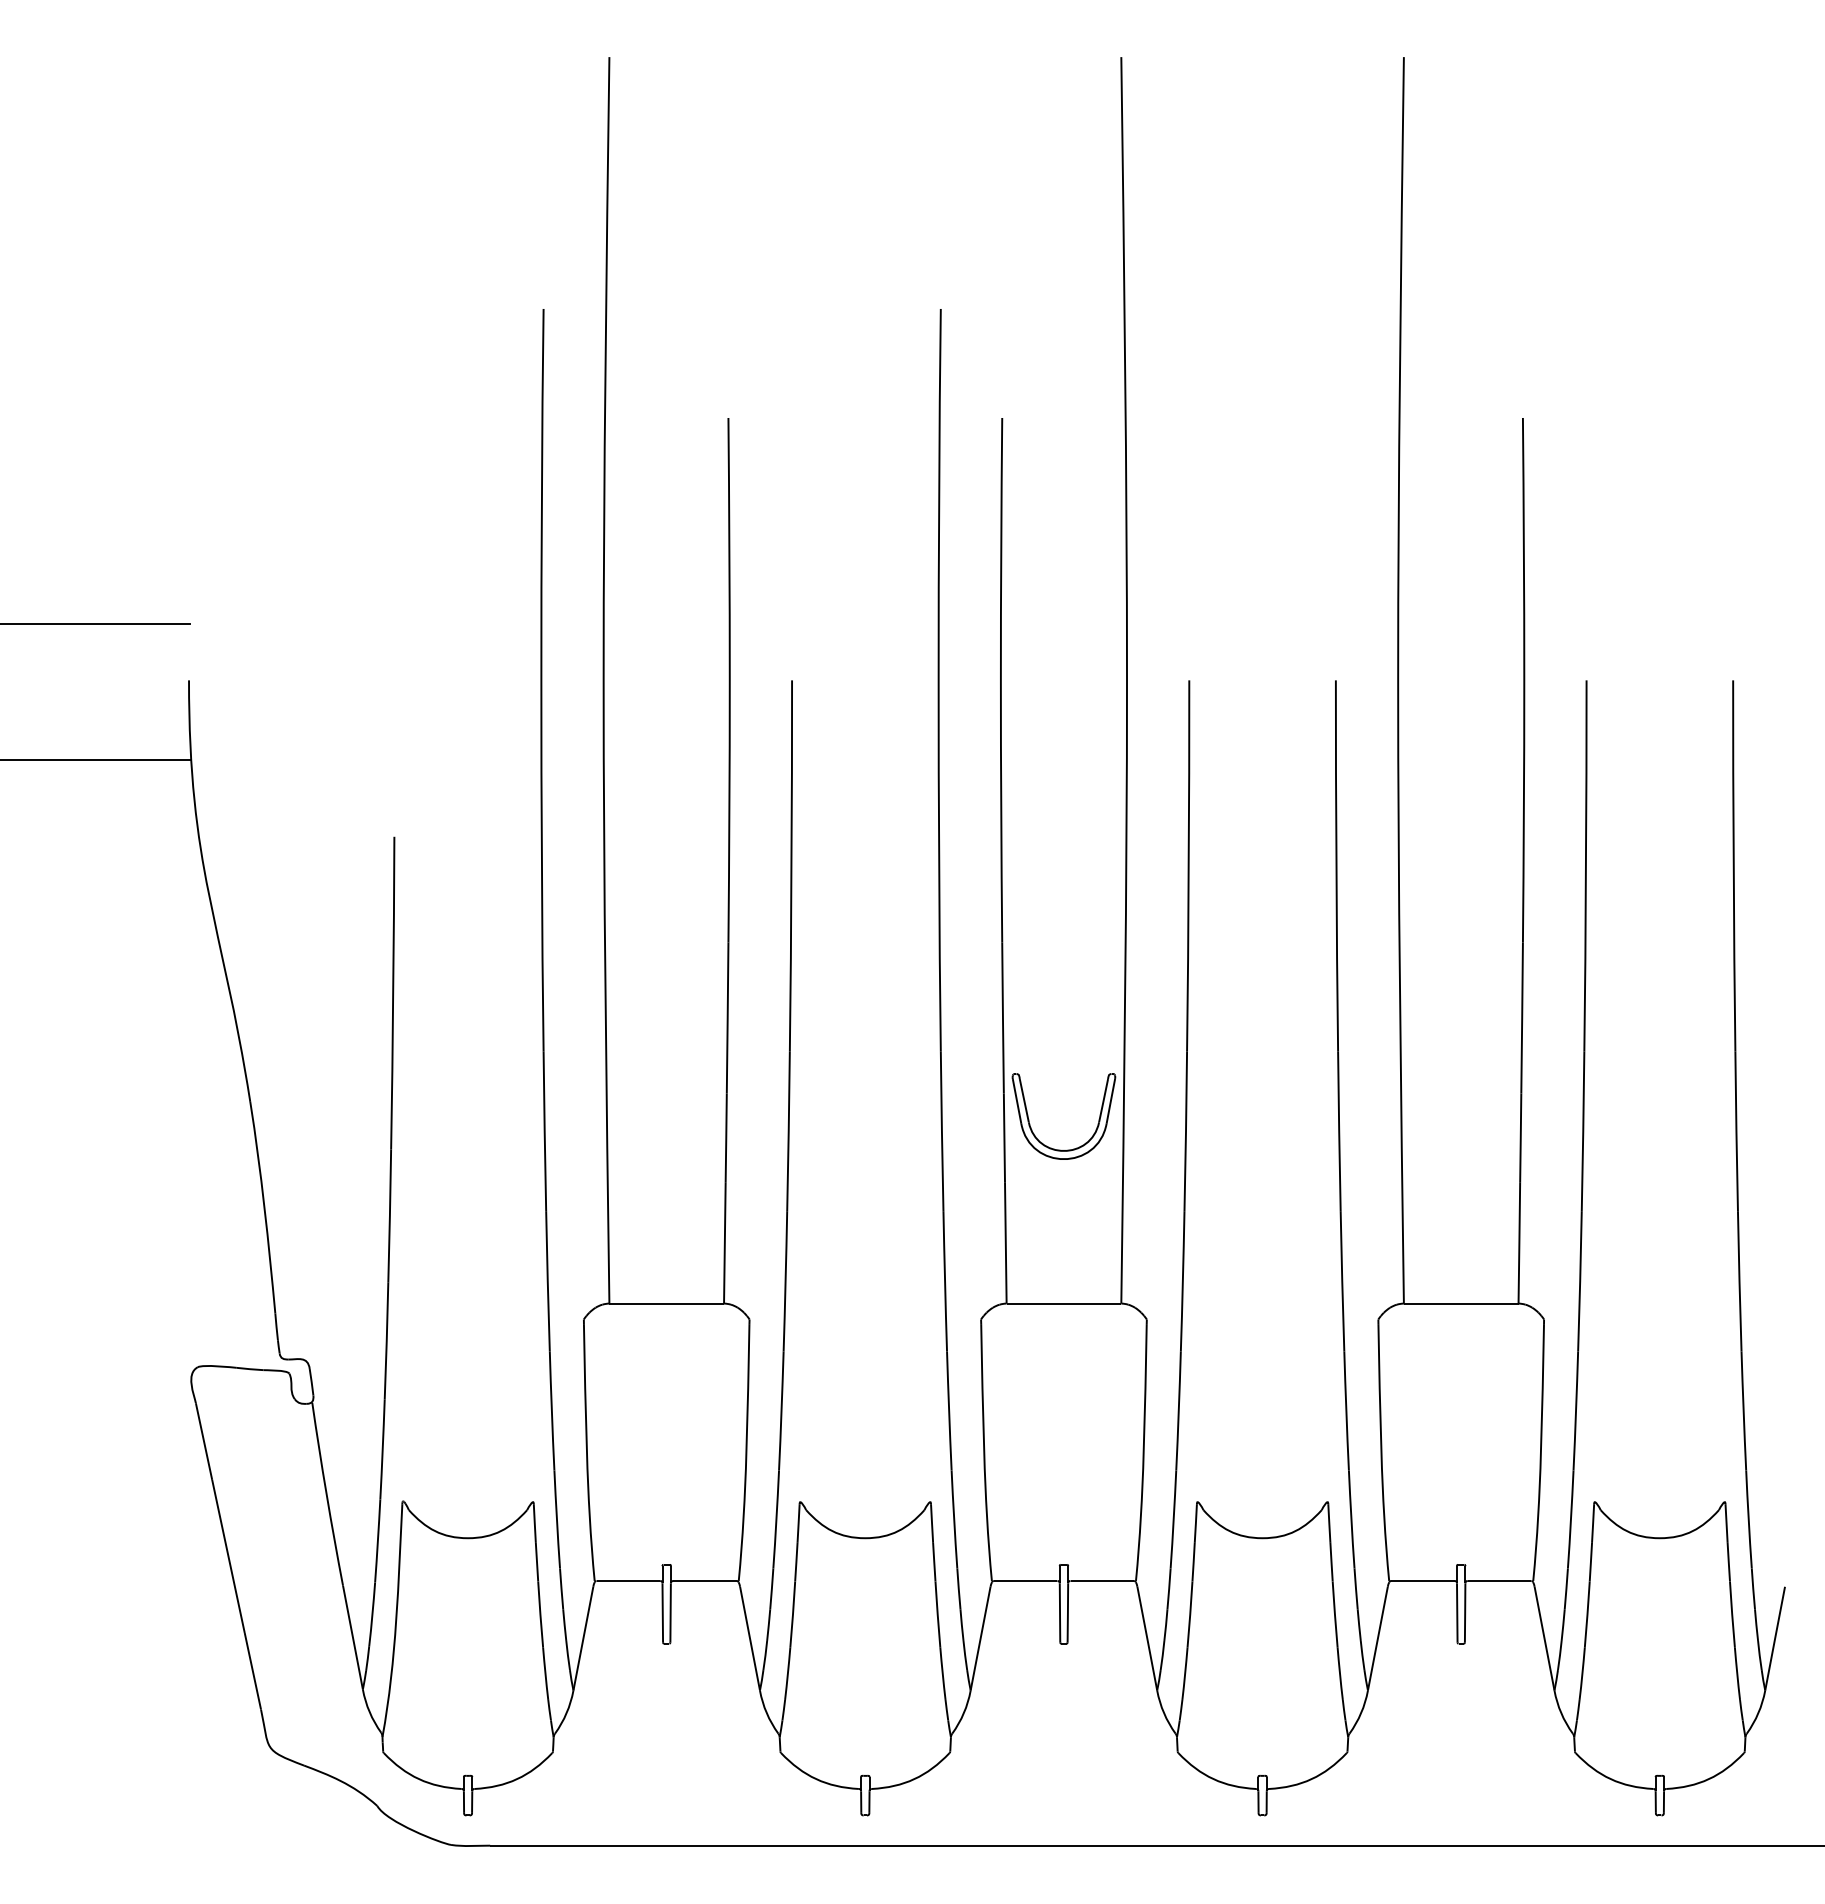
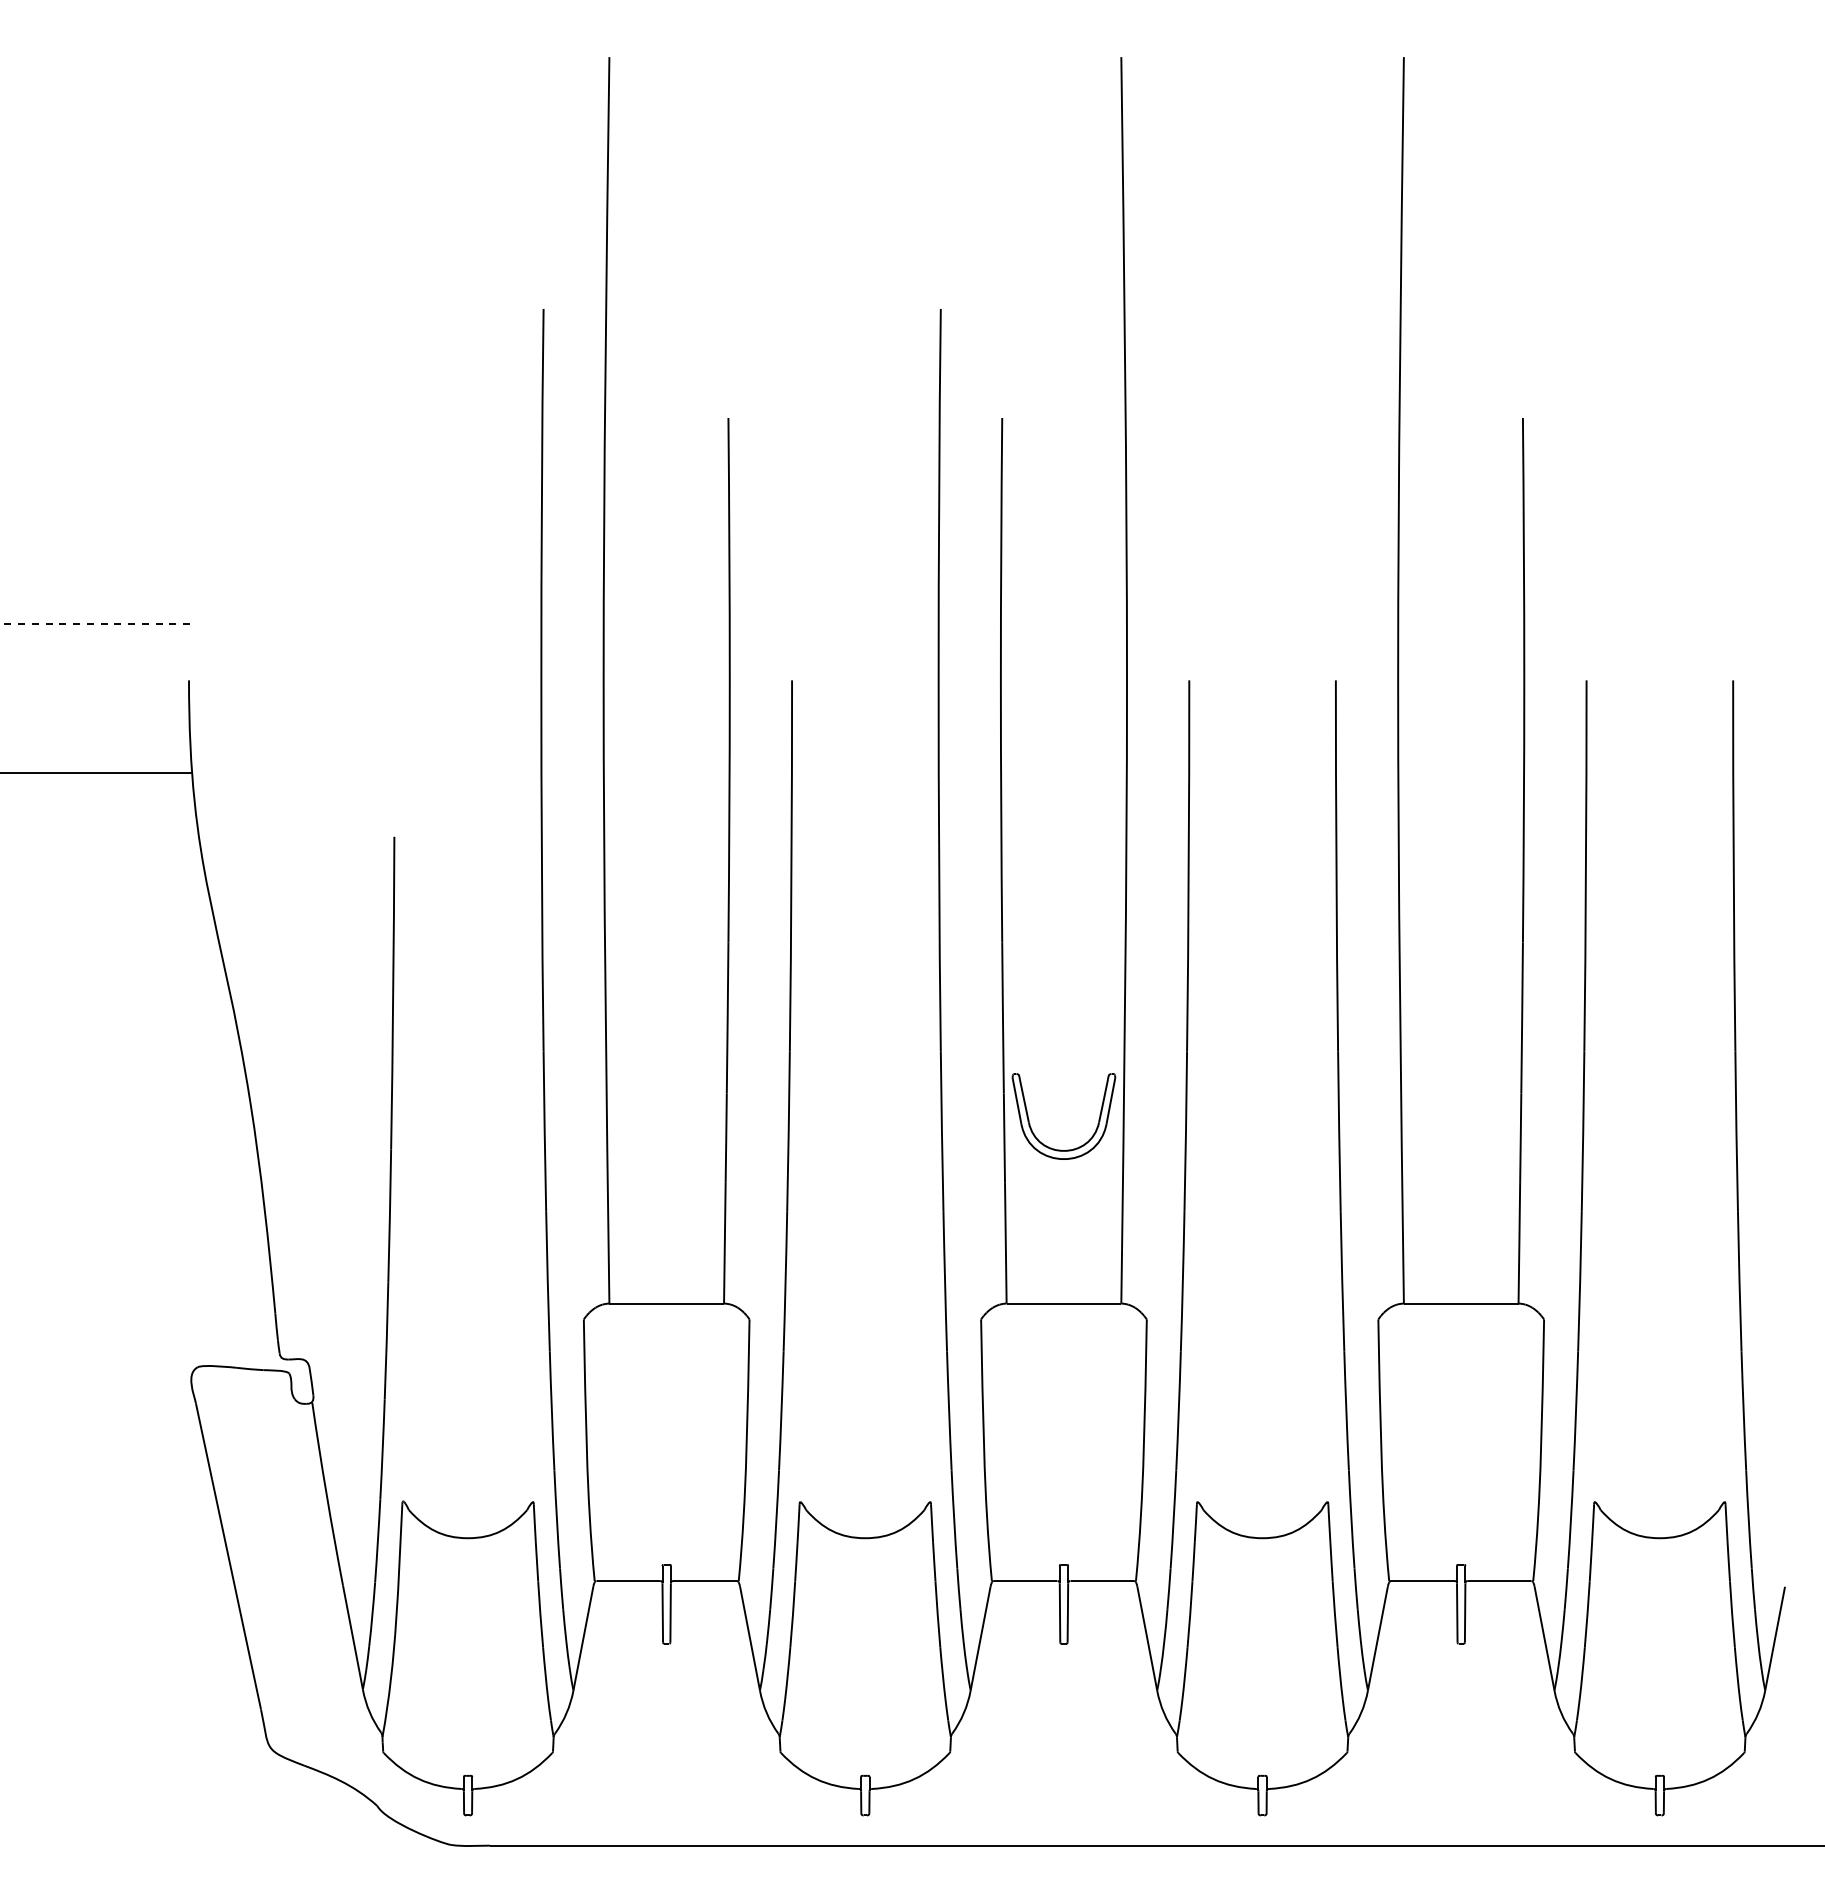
line at (95, 624): solid -> dashed
line at (96, 759) position: (96, 759) -> (96, 772)
